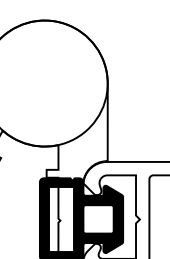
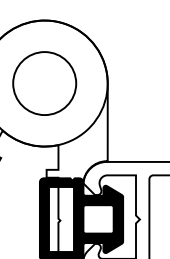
circle at (44, 83): none -> present
